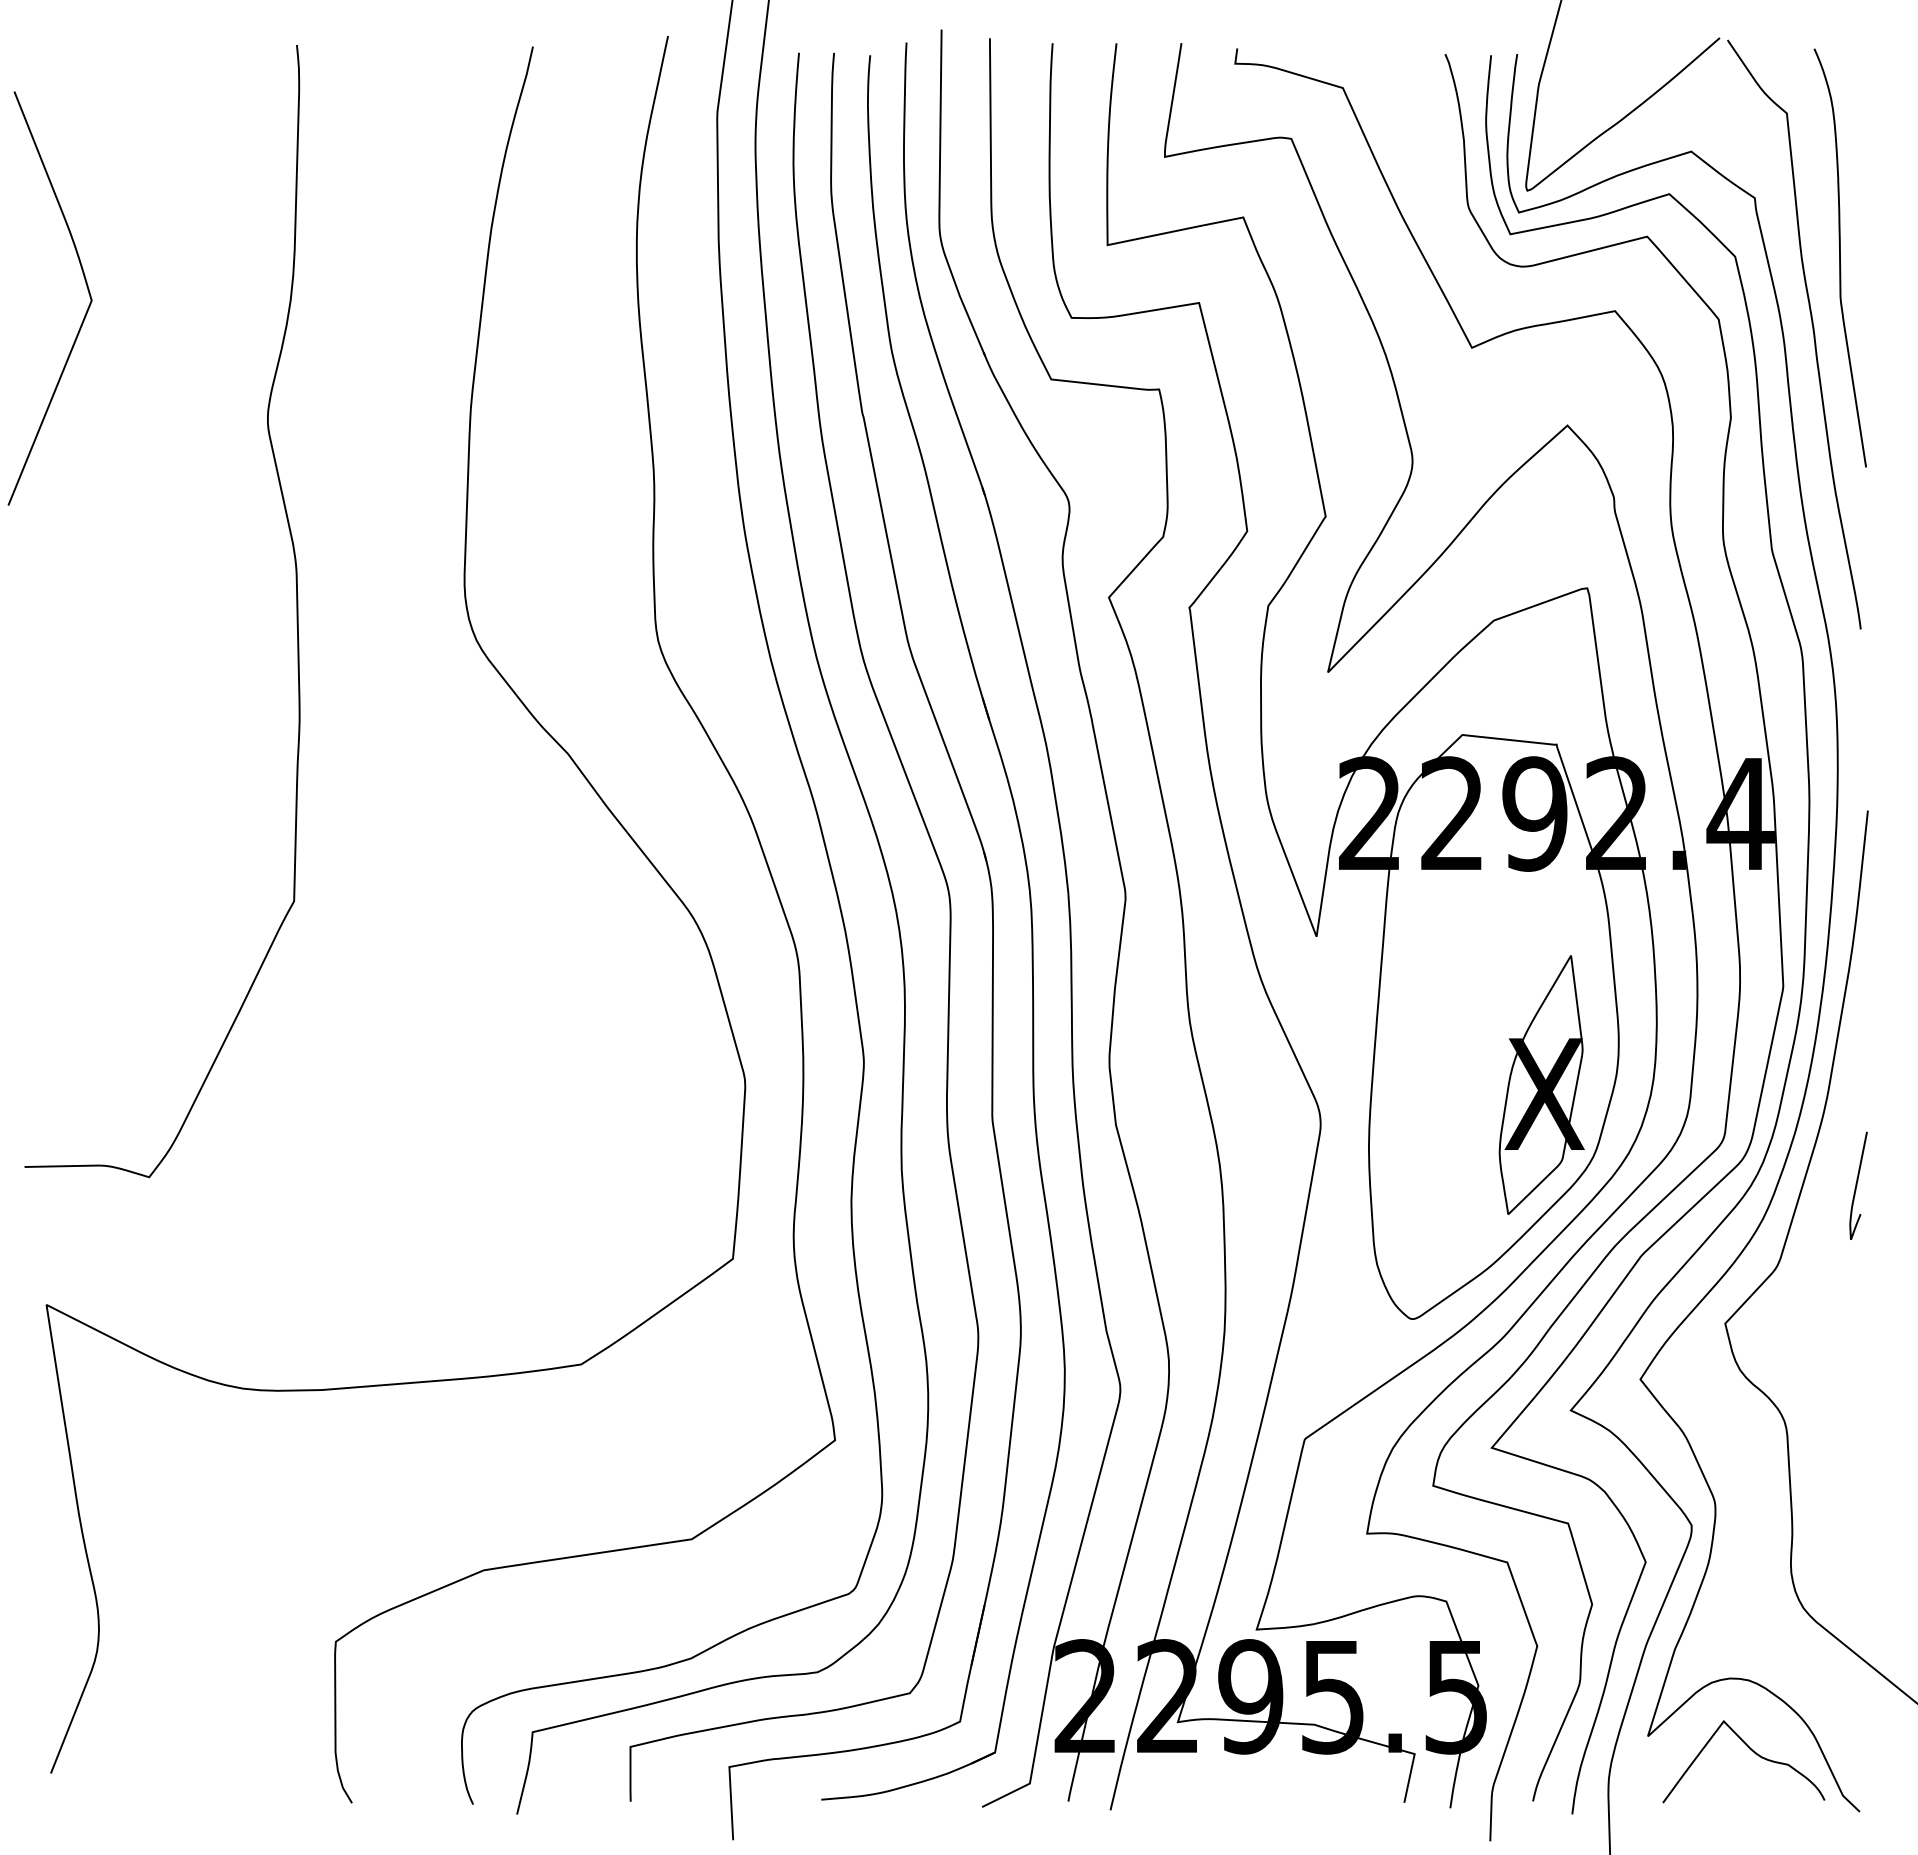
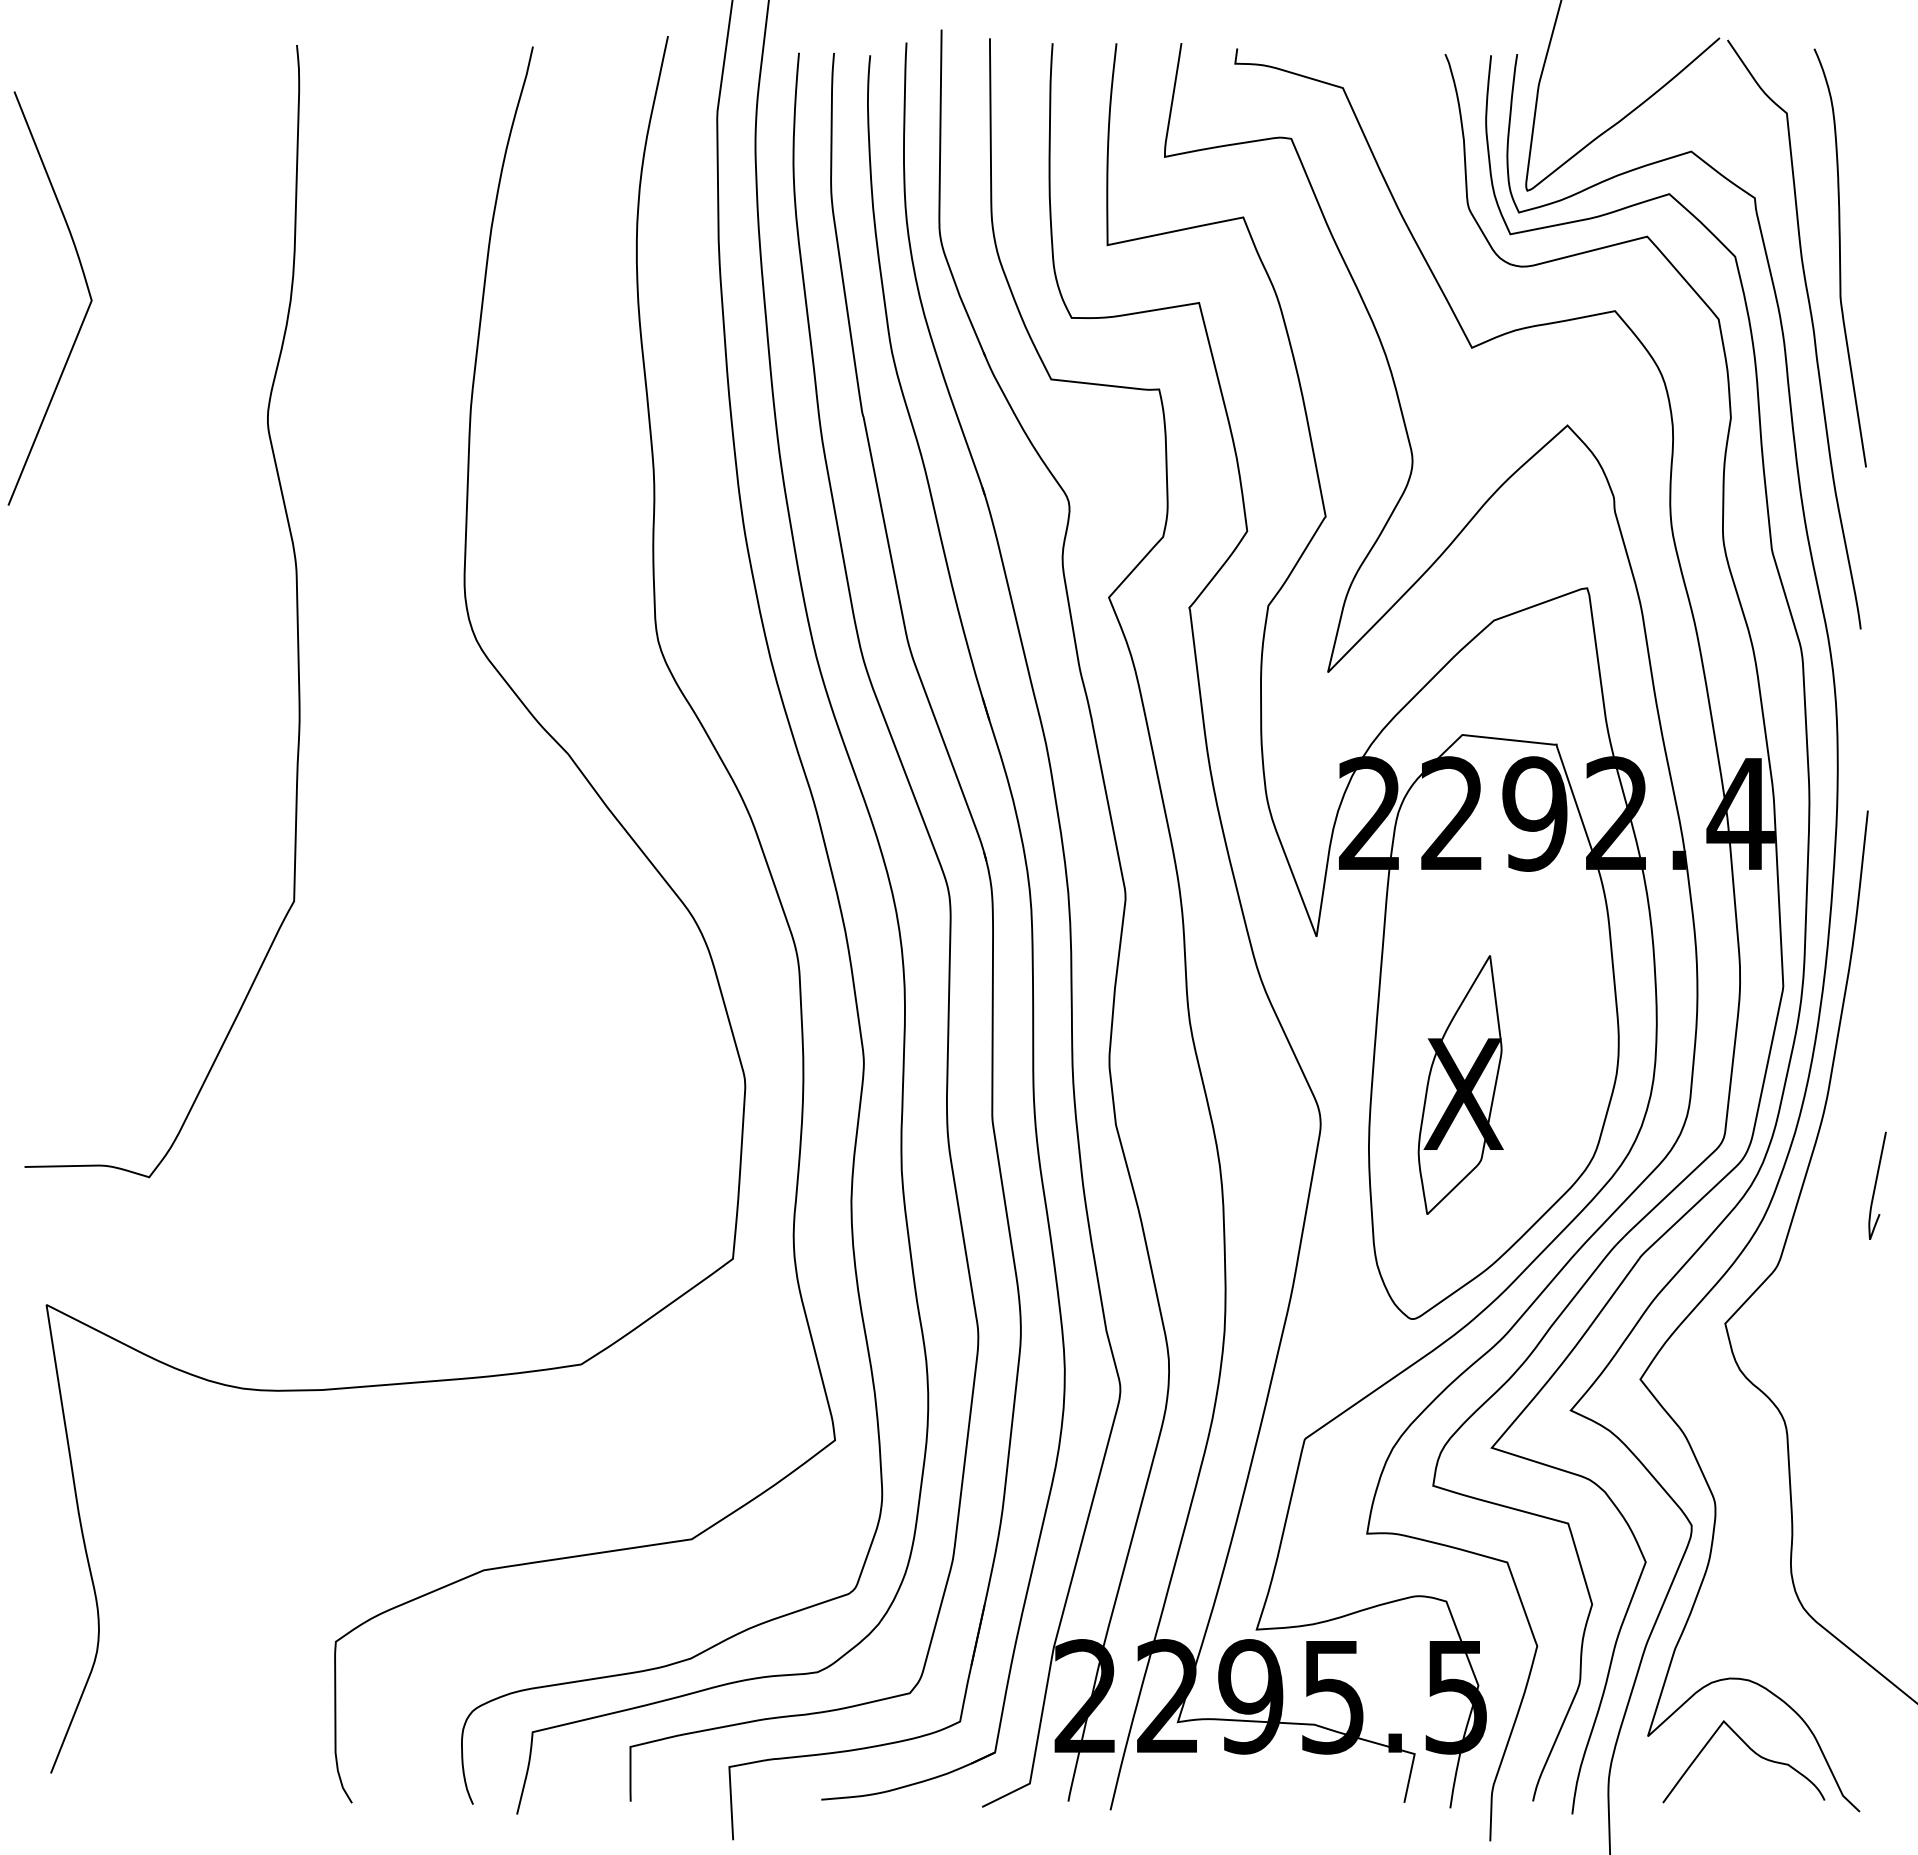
part at (1541, 1084) position: (1541, 1084) -> (1460, 1084)
curve at (1857, 1185) position: (1857, 1185) -> (1876, 1185)
